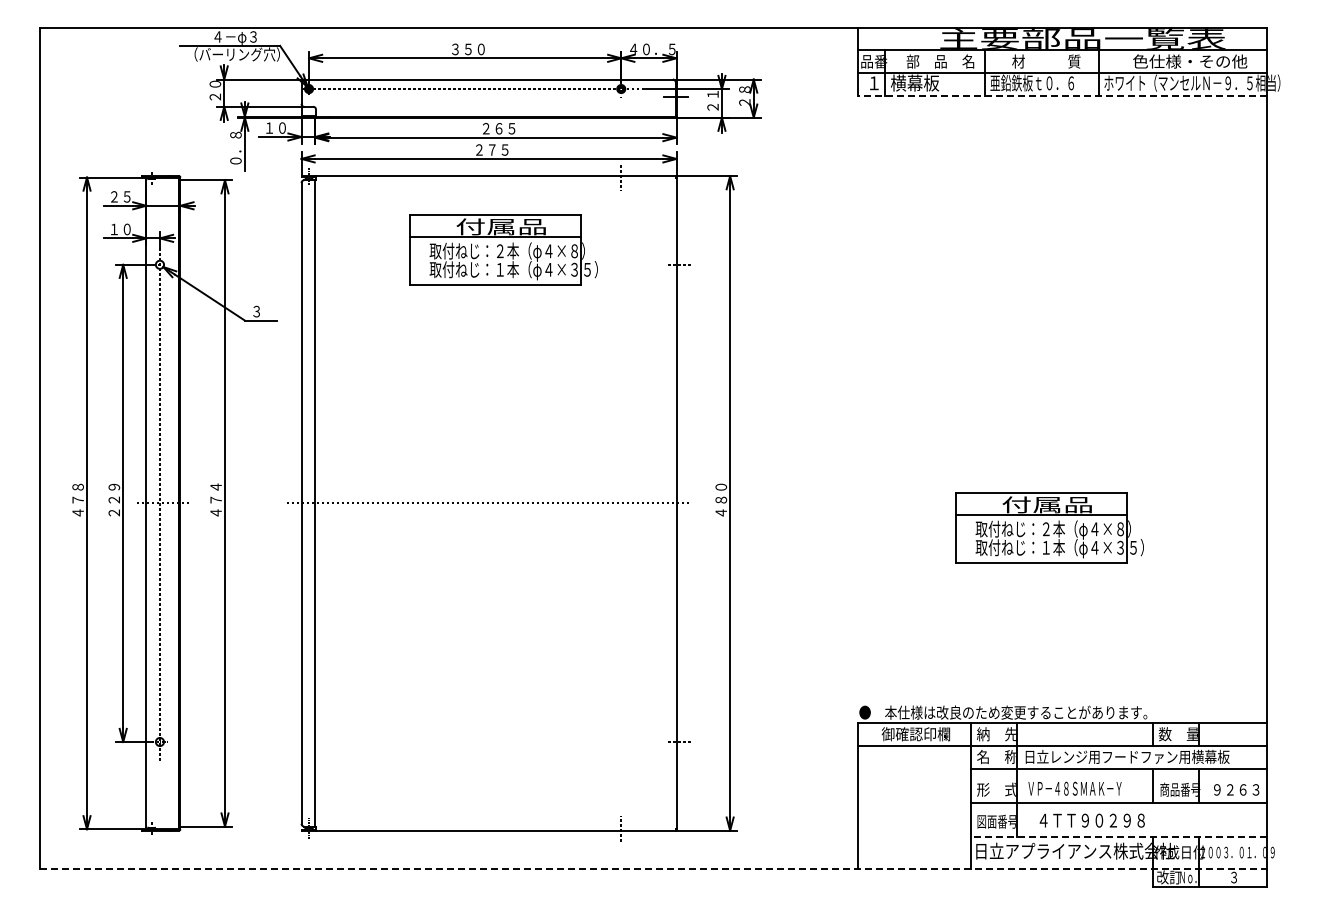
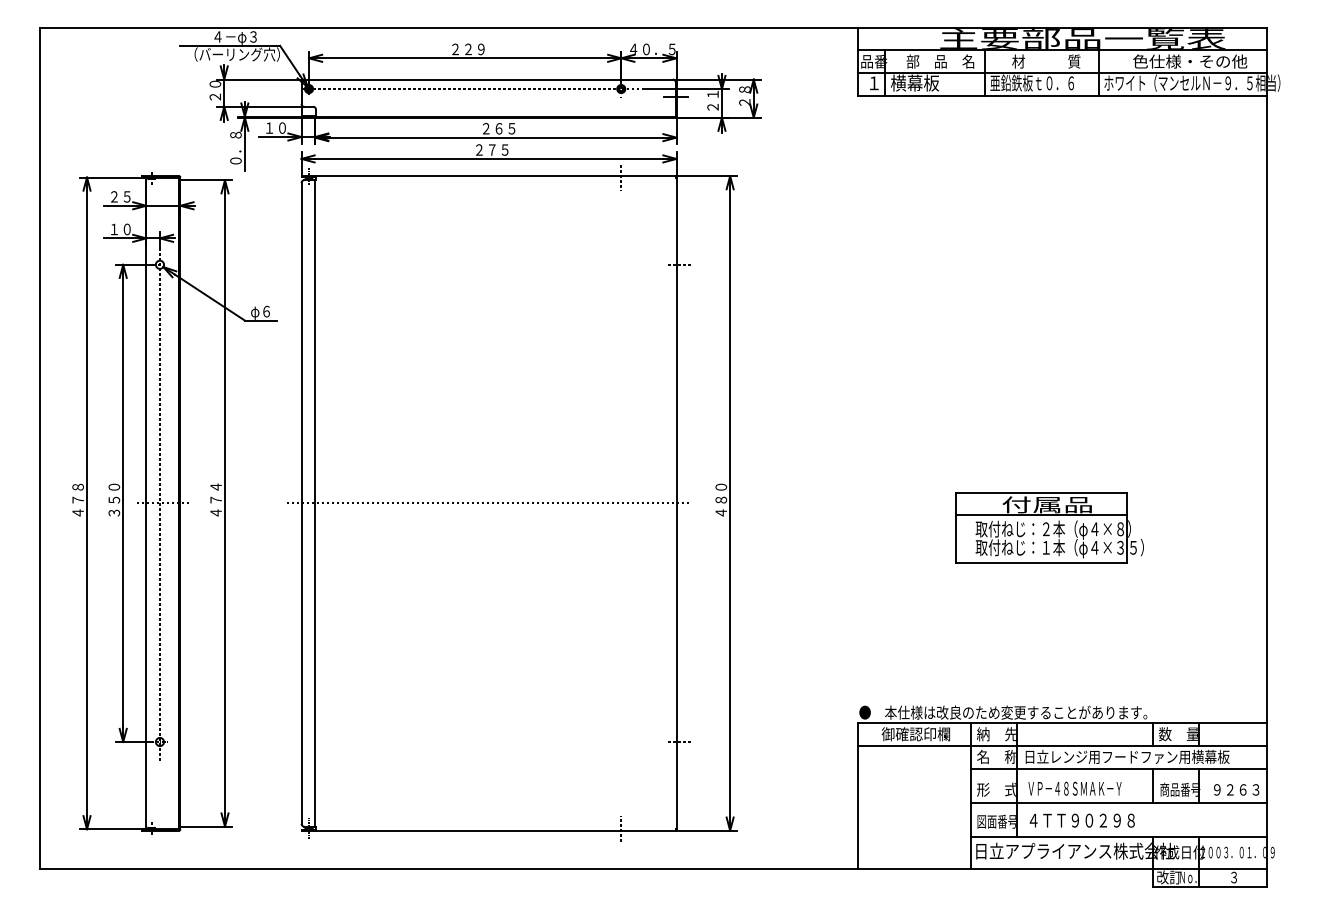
text at (468, 49): ３５０ -> ２２９
line at (1062, 95): dashed -> solid
part at (503, 249): present -> none
text at (260, 312): ３ -> φ６
text at (114, 499): ２２９ -> ３５０
text at (1091, 820) position: (1091, 820) -> (1081, 820)
line at (1119, 836): dashed -> solid
line at (653, 868): dashed -> solid
